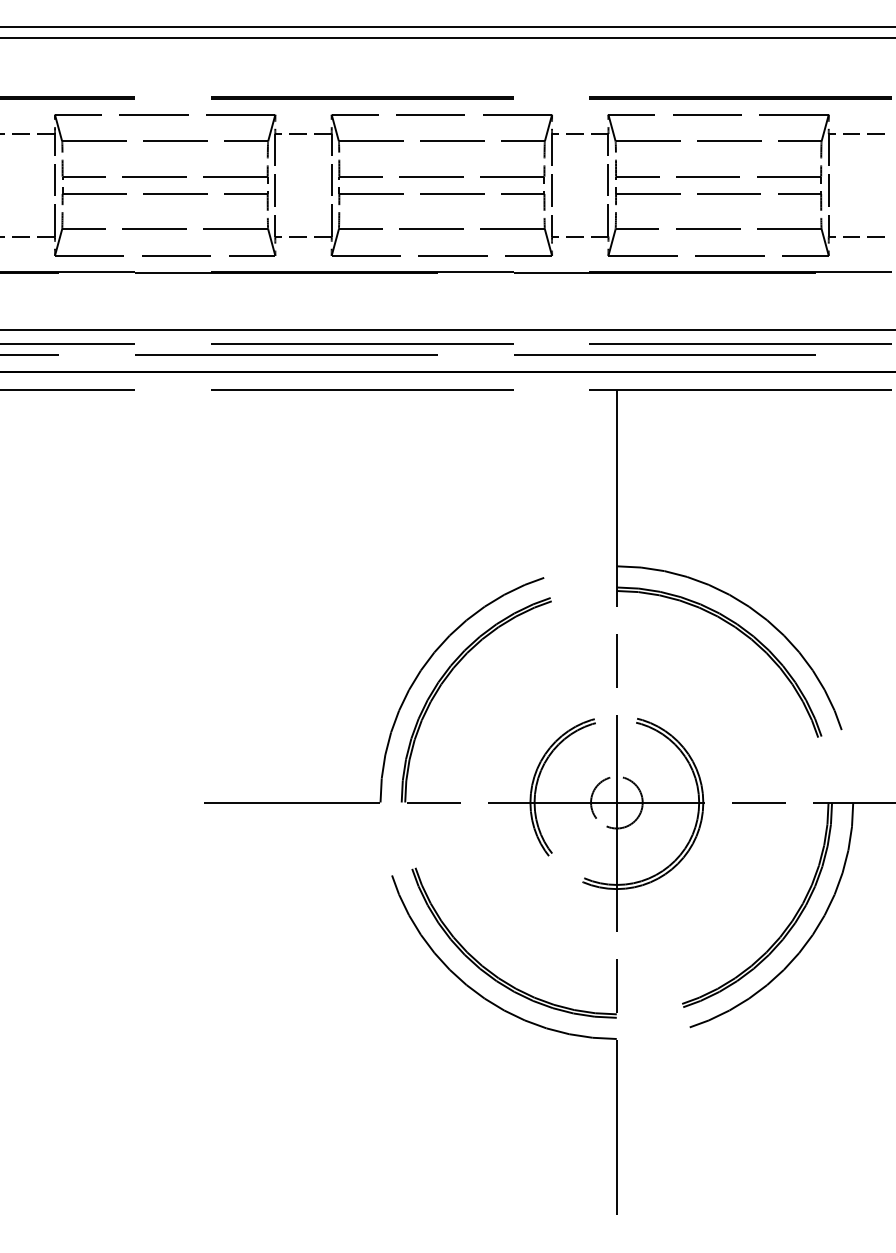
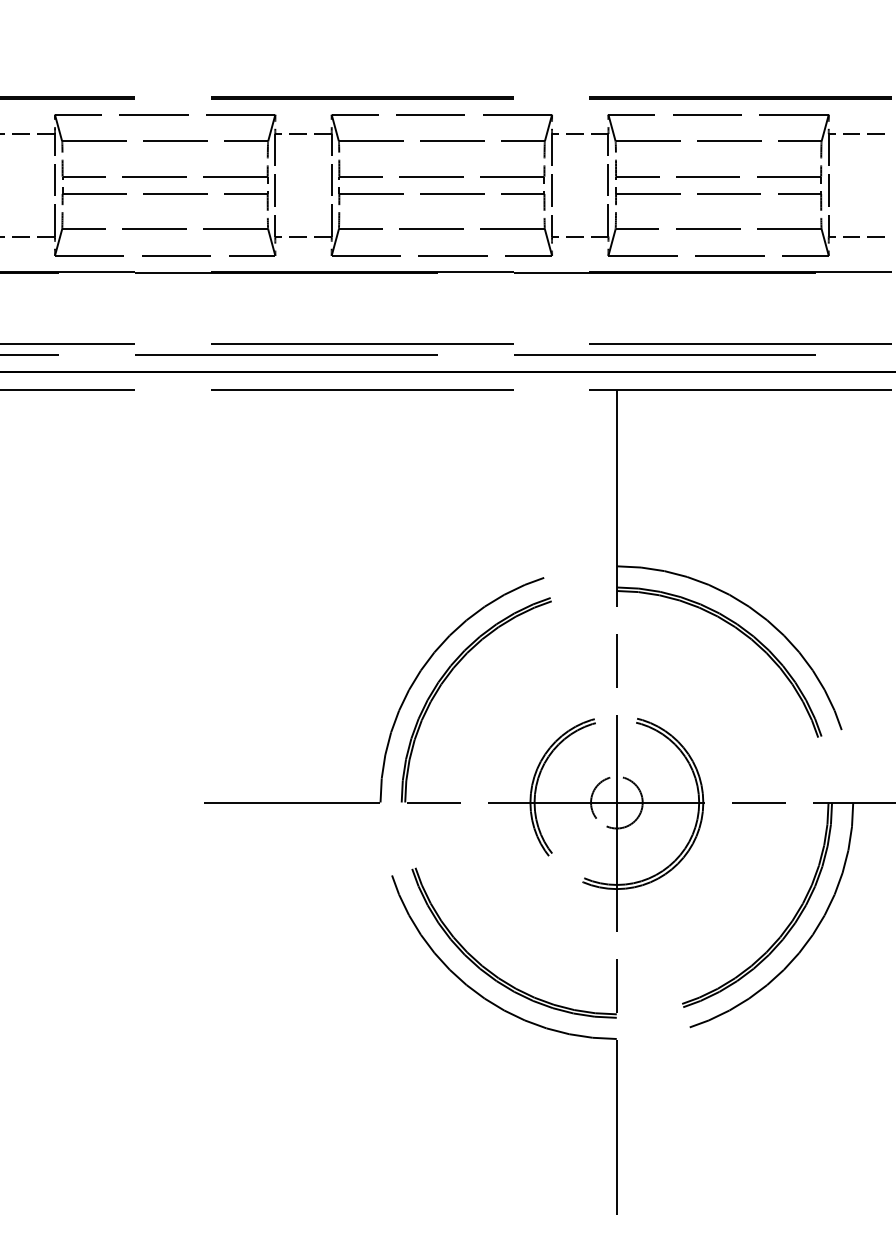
line at (447, 26): present -> none
line at (447, 37): present -> none
line at (447, 329): present -> none
